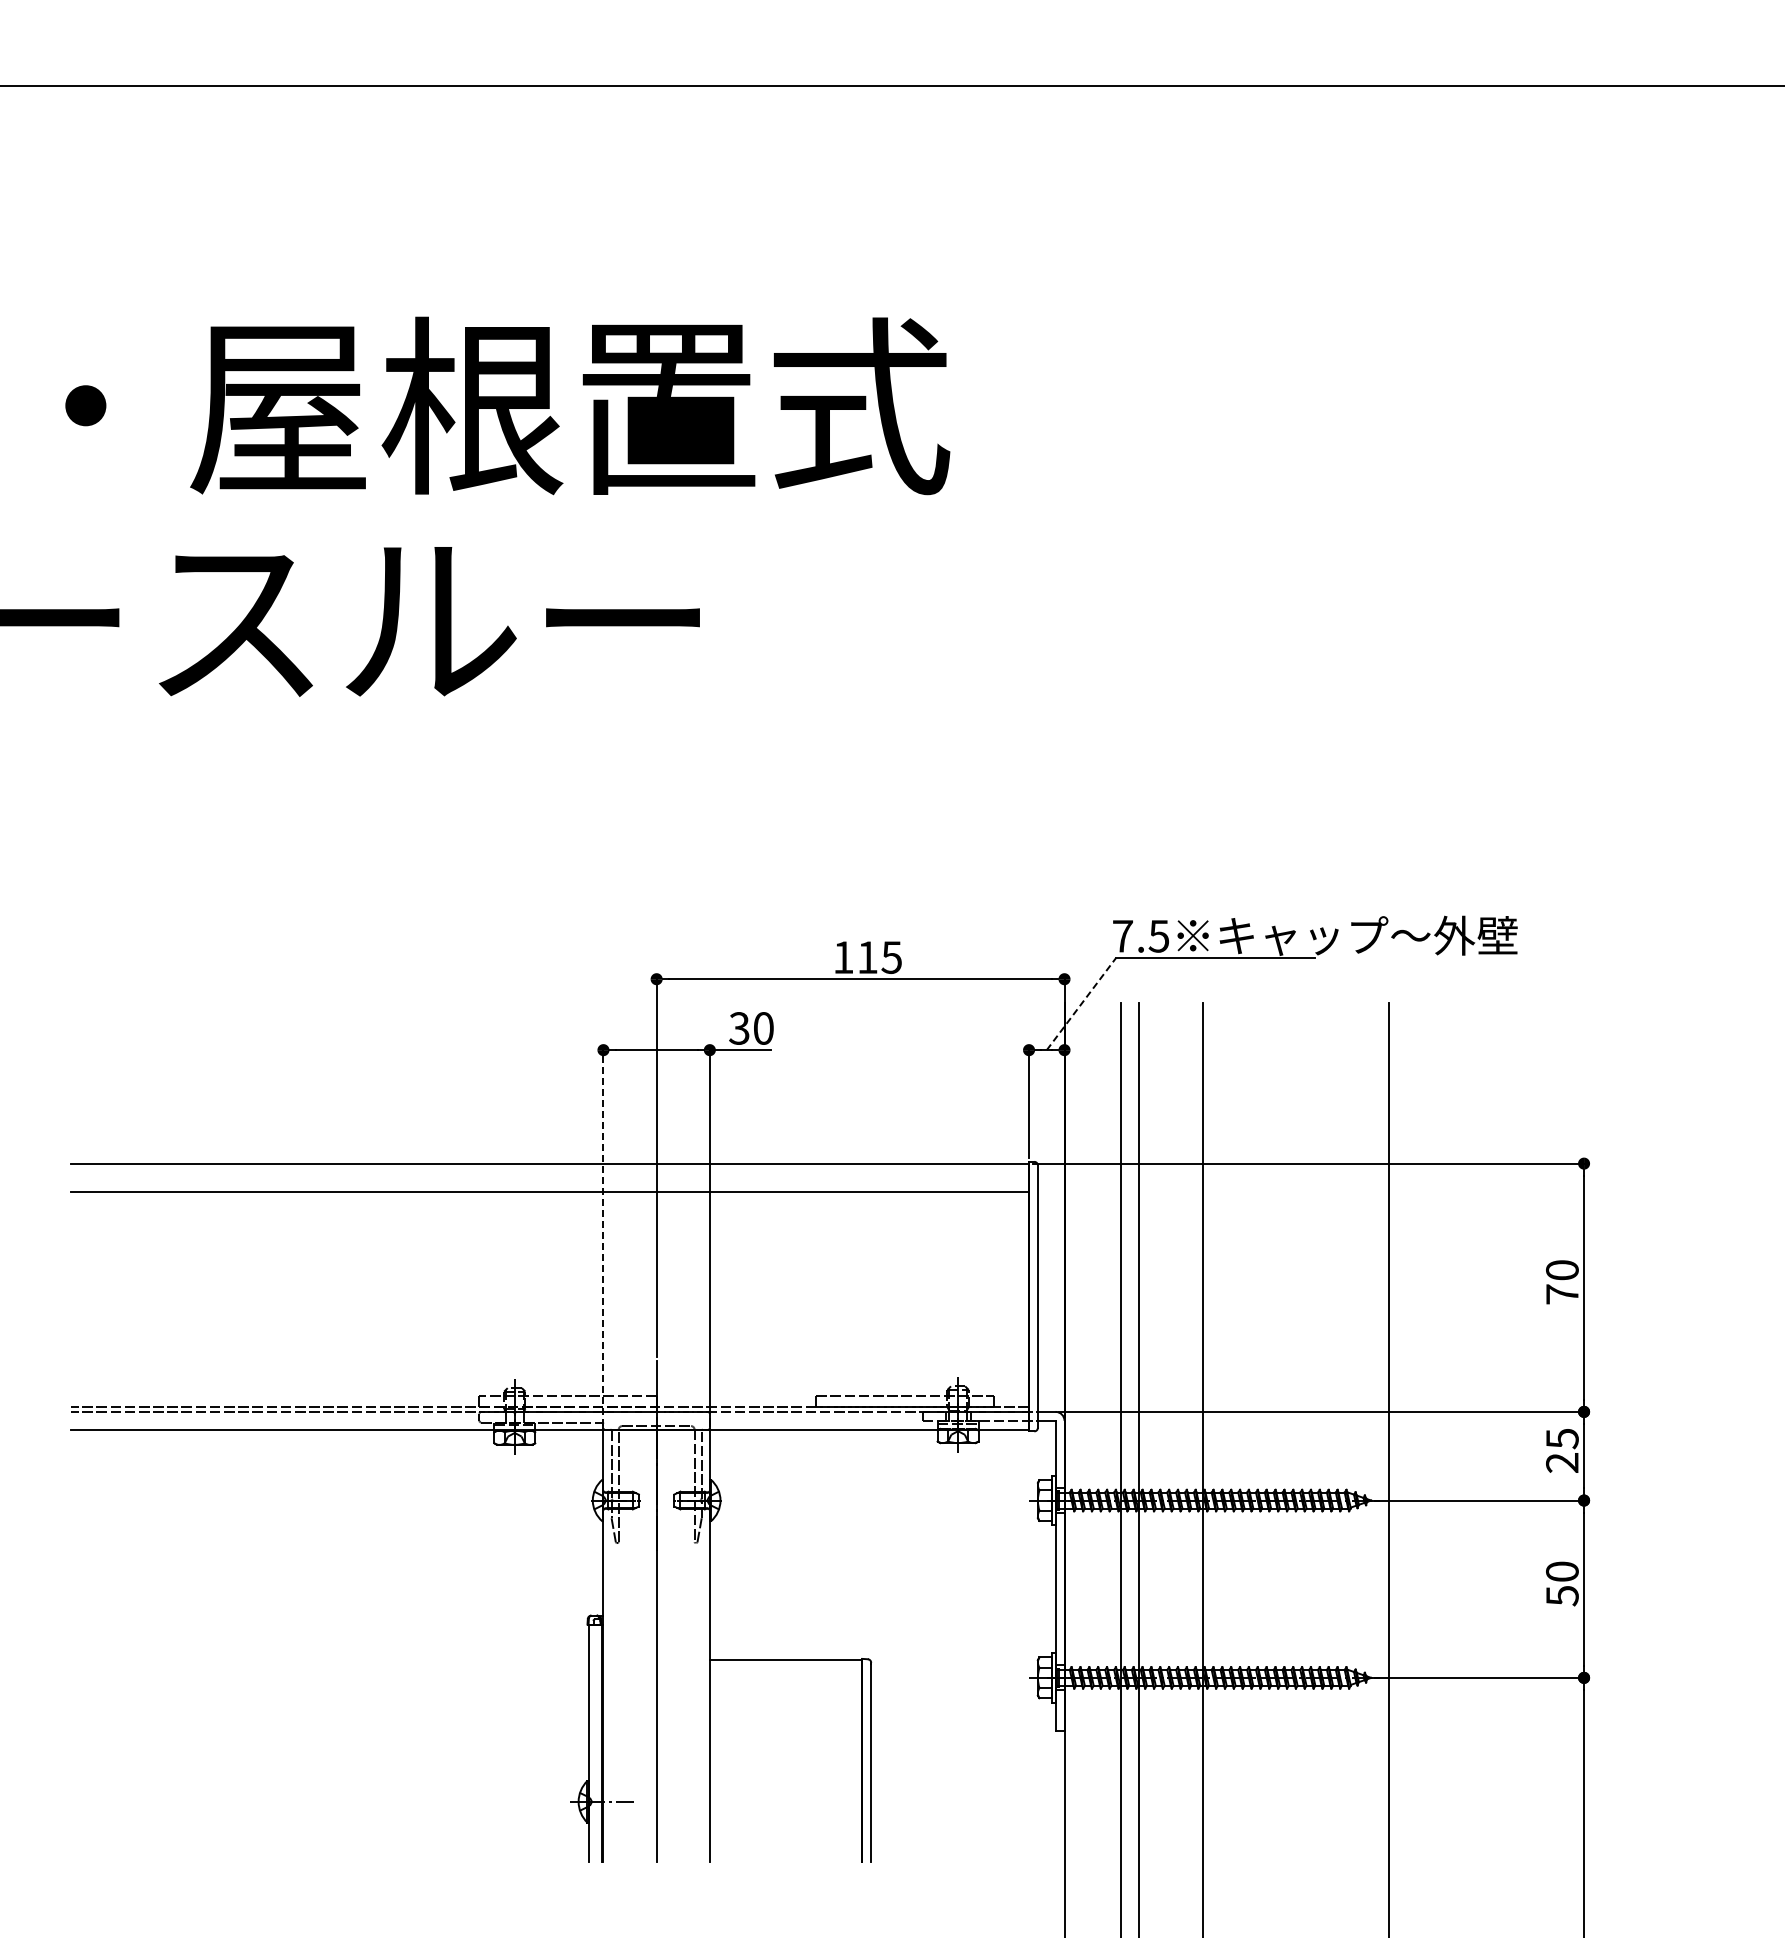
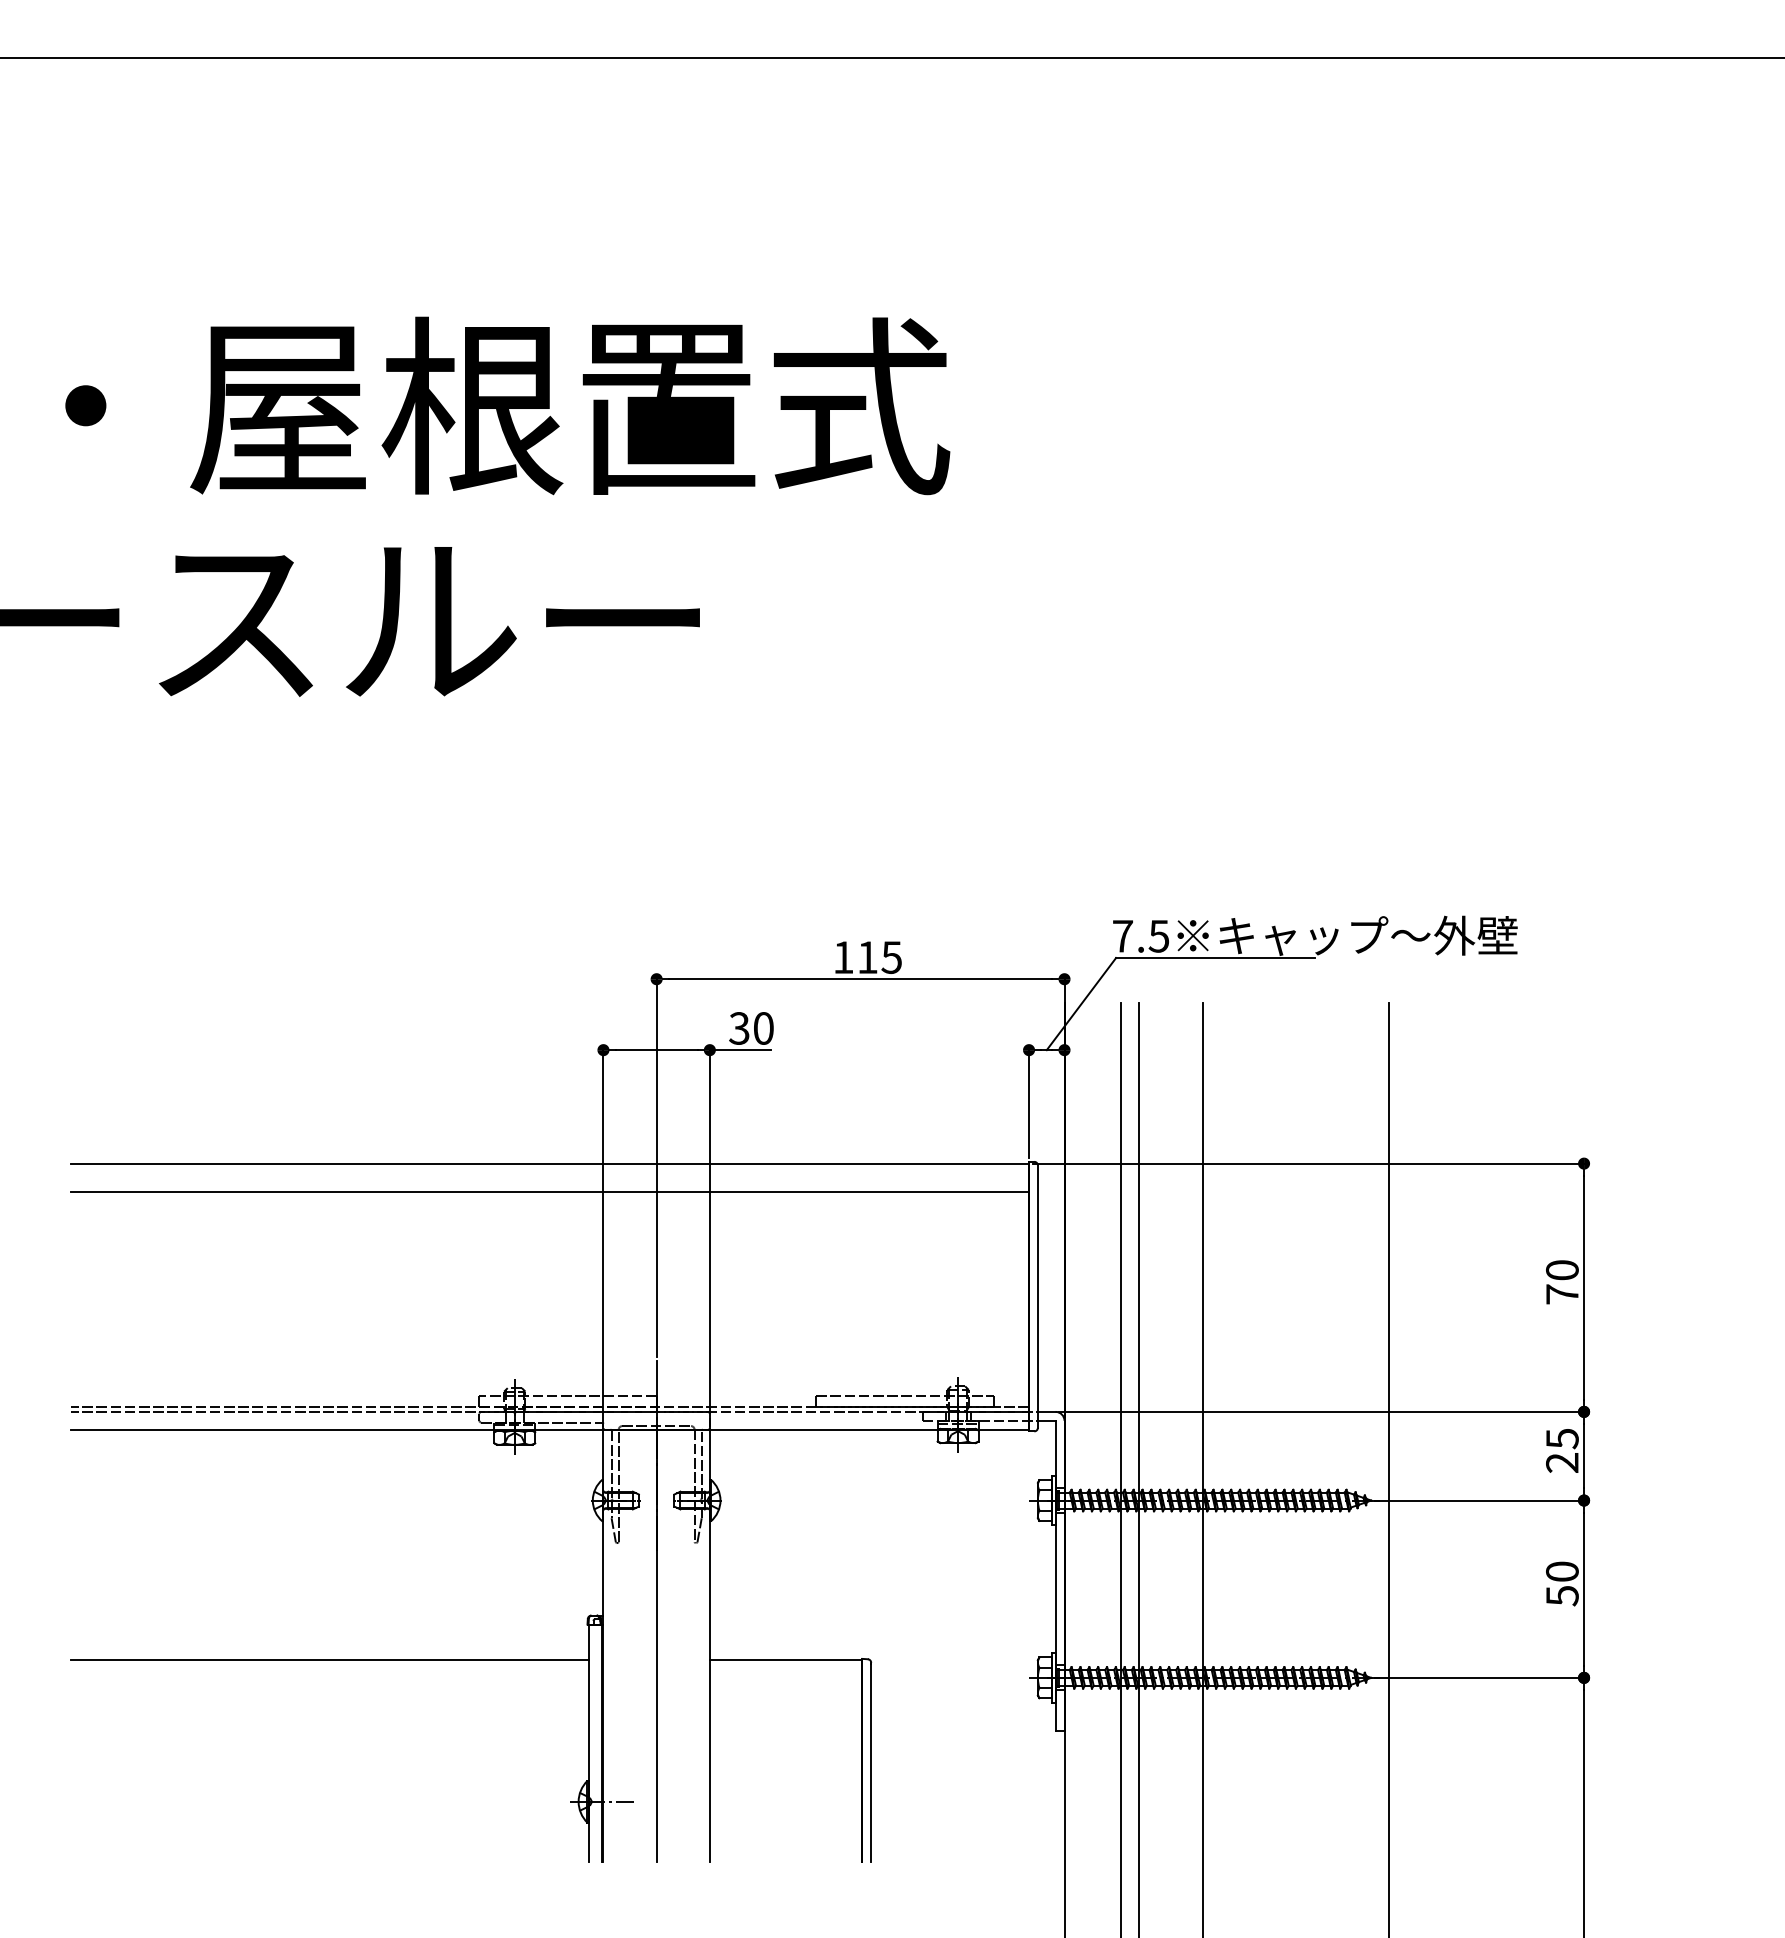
line at (891, 86) position: (891, 86) -> (891, 58)
line at (1081, 1004): dashed -> solid
line at (603, 1236): dashed -> solid
line at (330, 1659): none -> present
